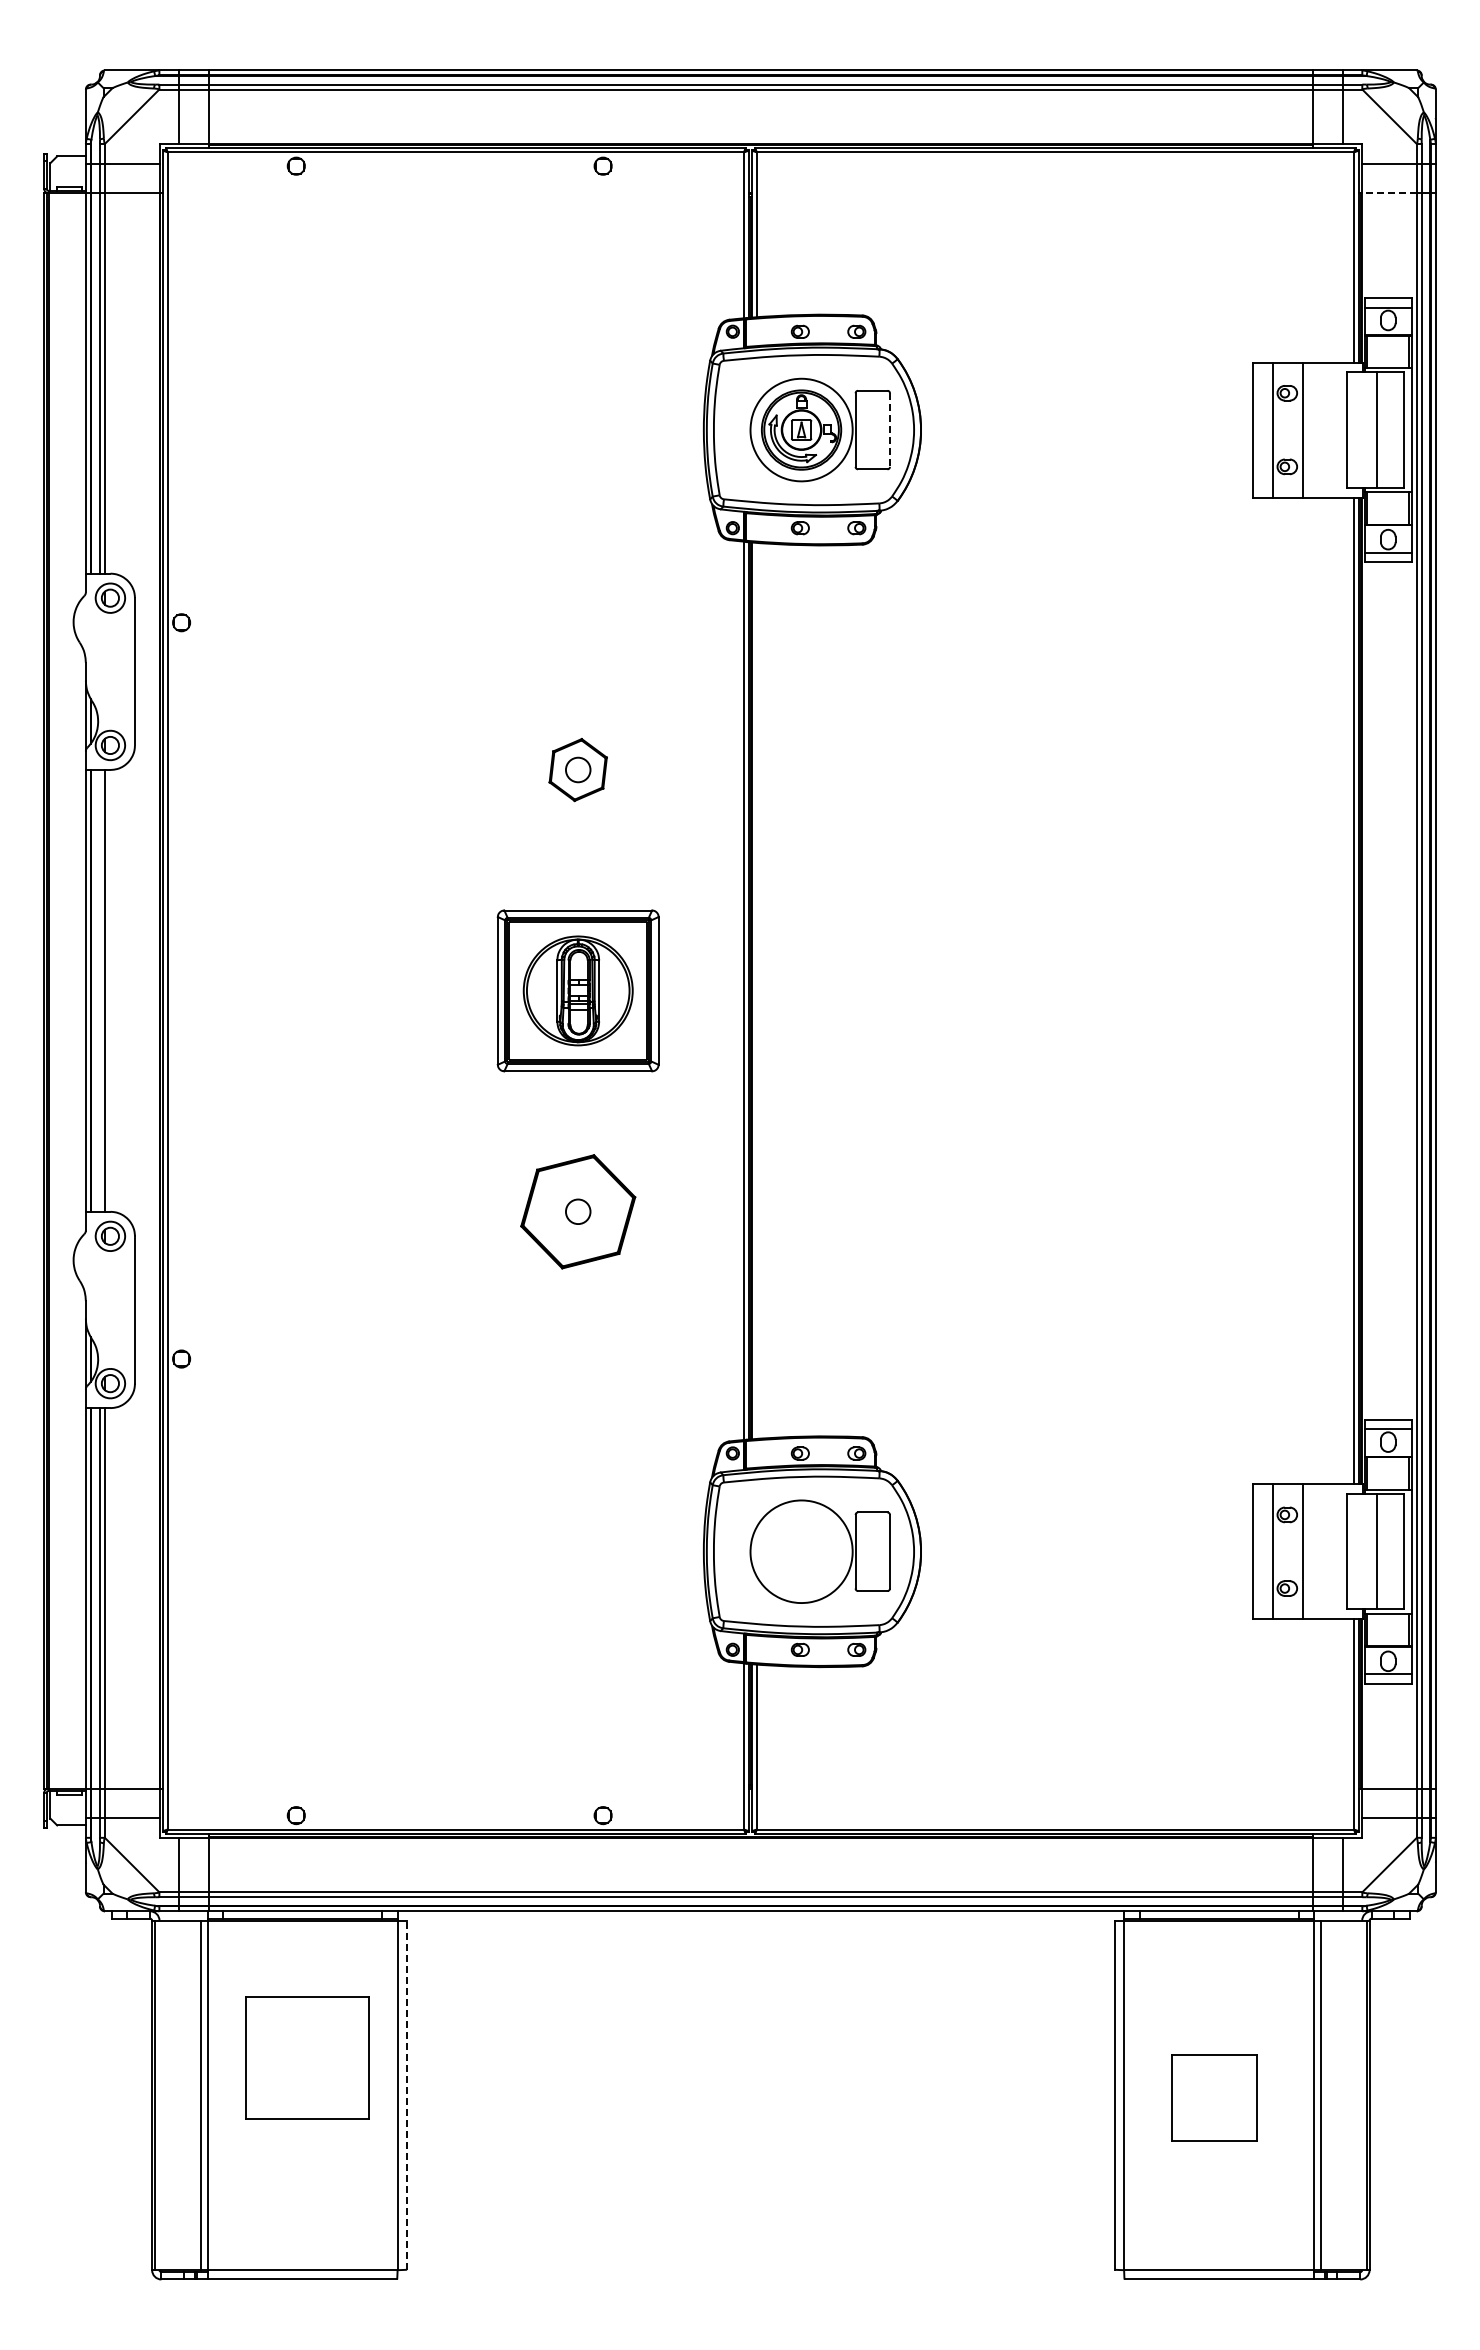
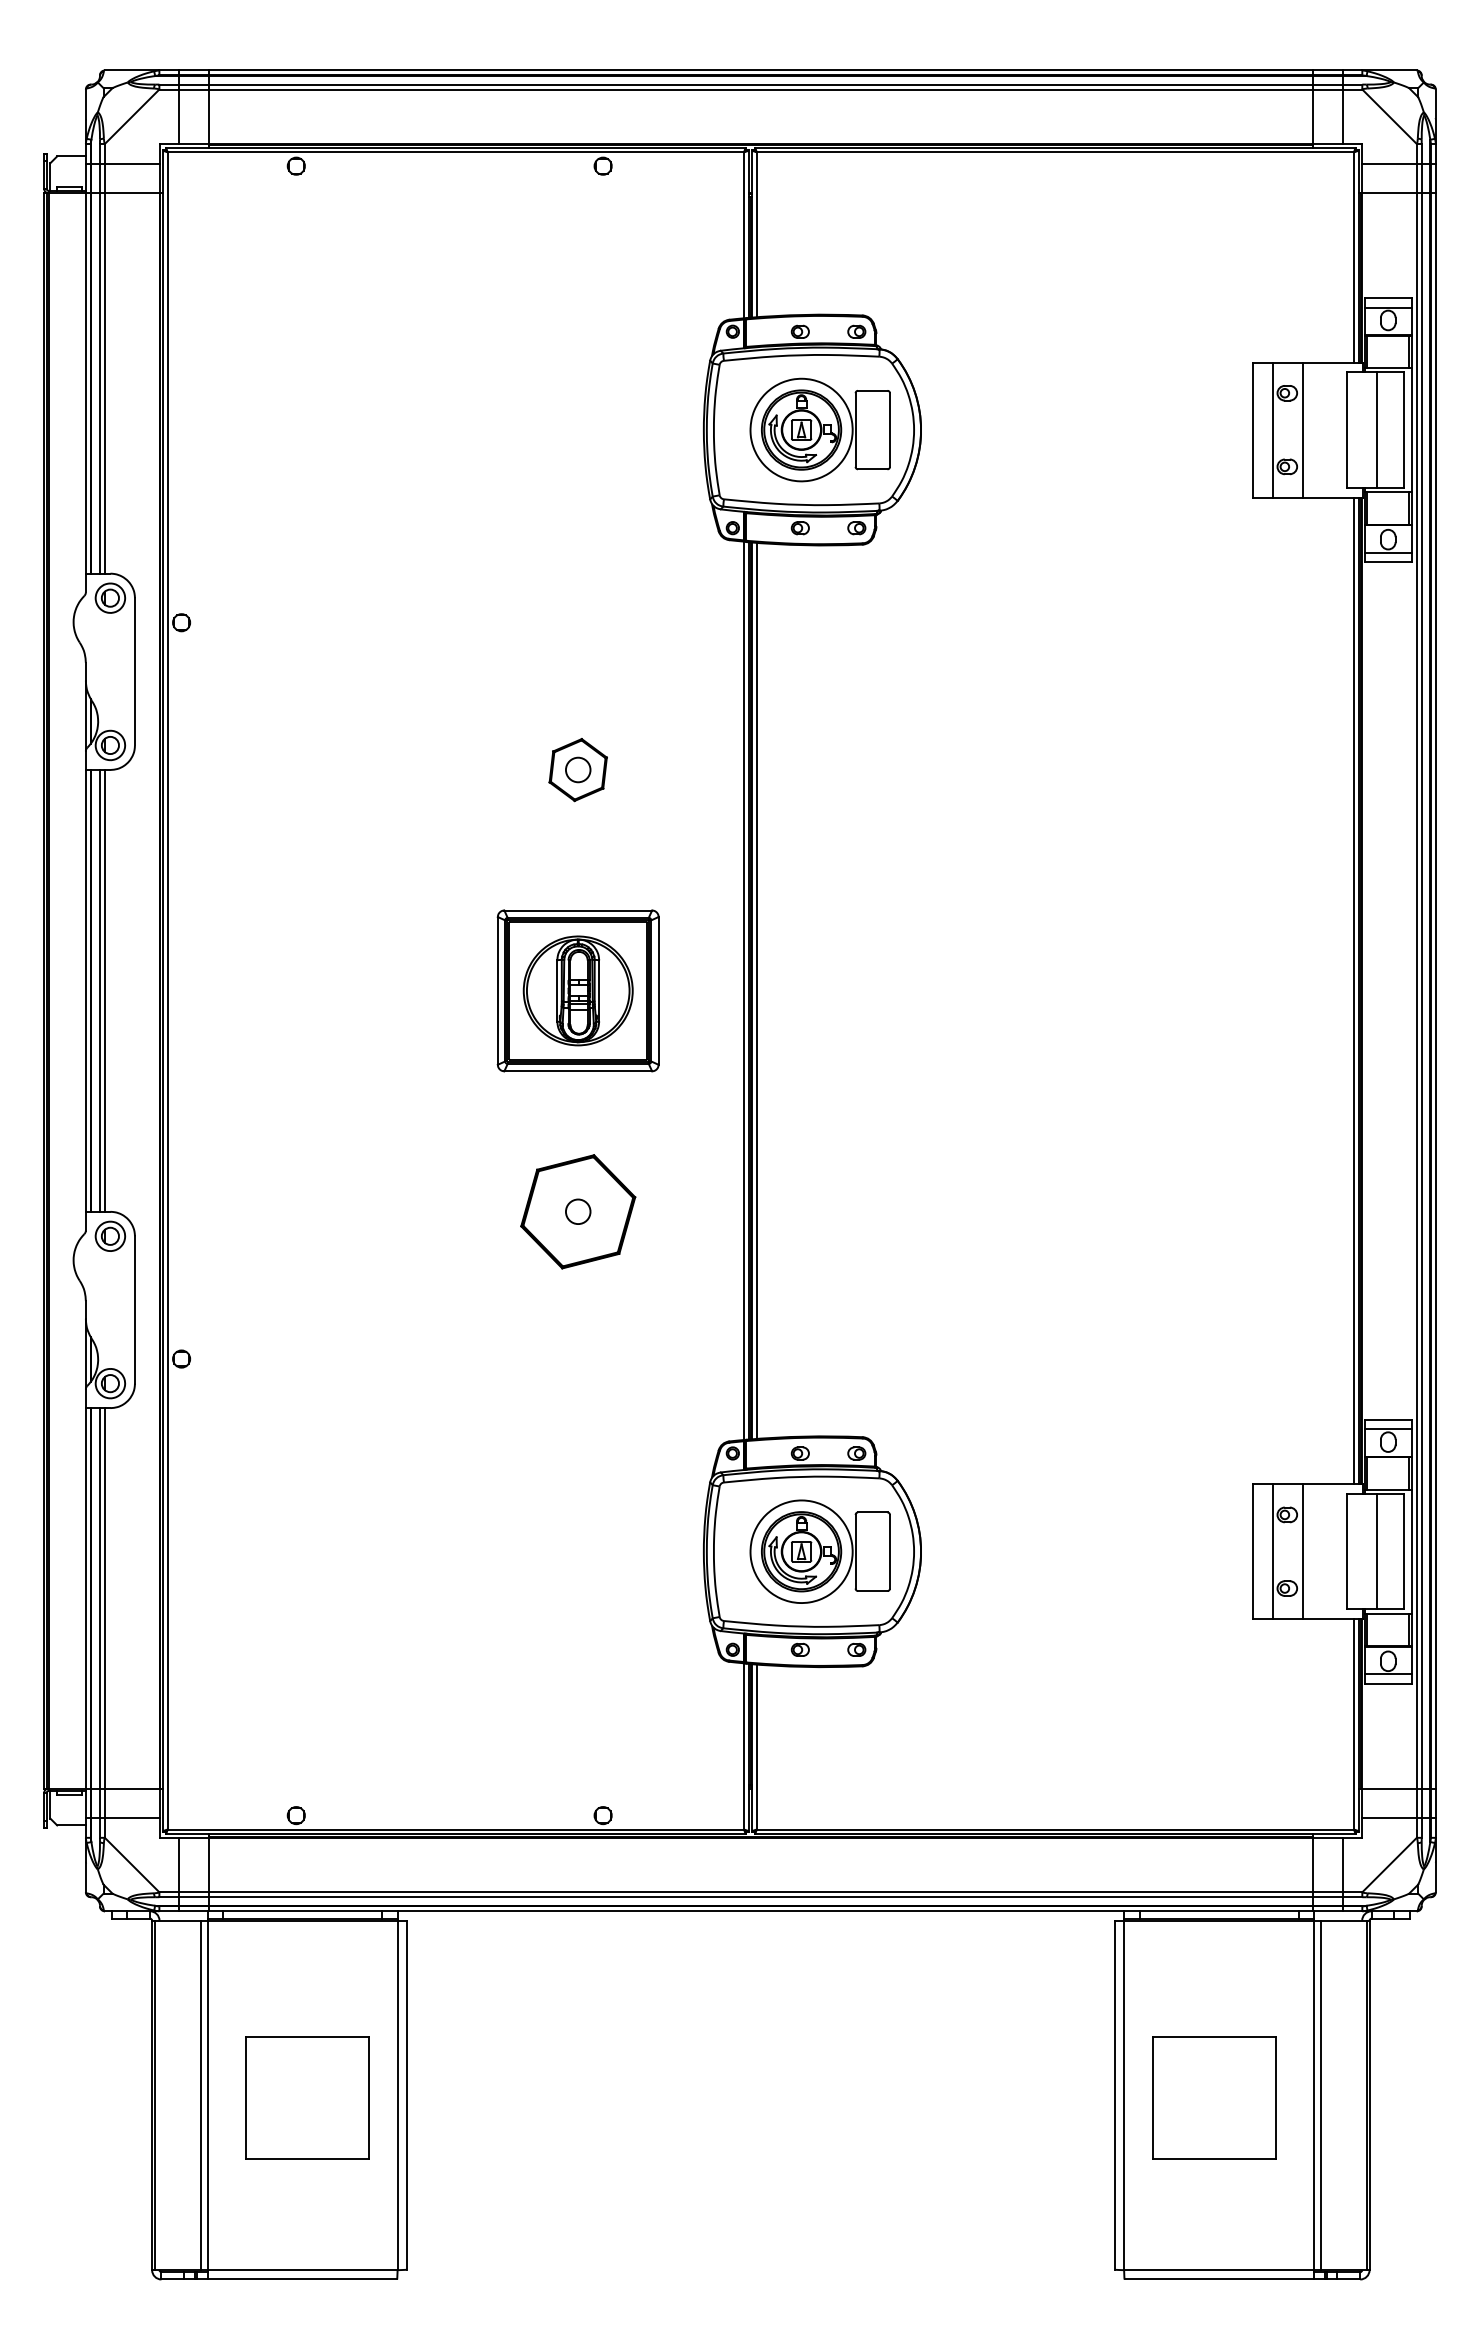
line at (1389, 193): dashed -> solid
line at (889, 430): dashed -> solid
line at (99, 990): none -> present
line at (756, 990): none -> present
part at (801, 1551): none -> present
part at (307, 2057) position: (307, 2057) -> (307, 2097)
line at (406, 2095): dashed -> solid
part at (1214, 2097) size: 87x88 px -> 125x124 px
